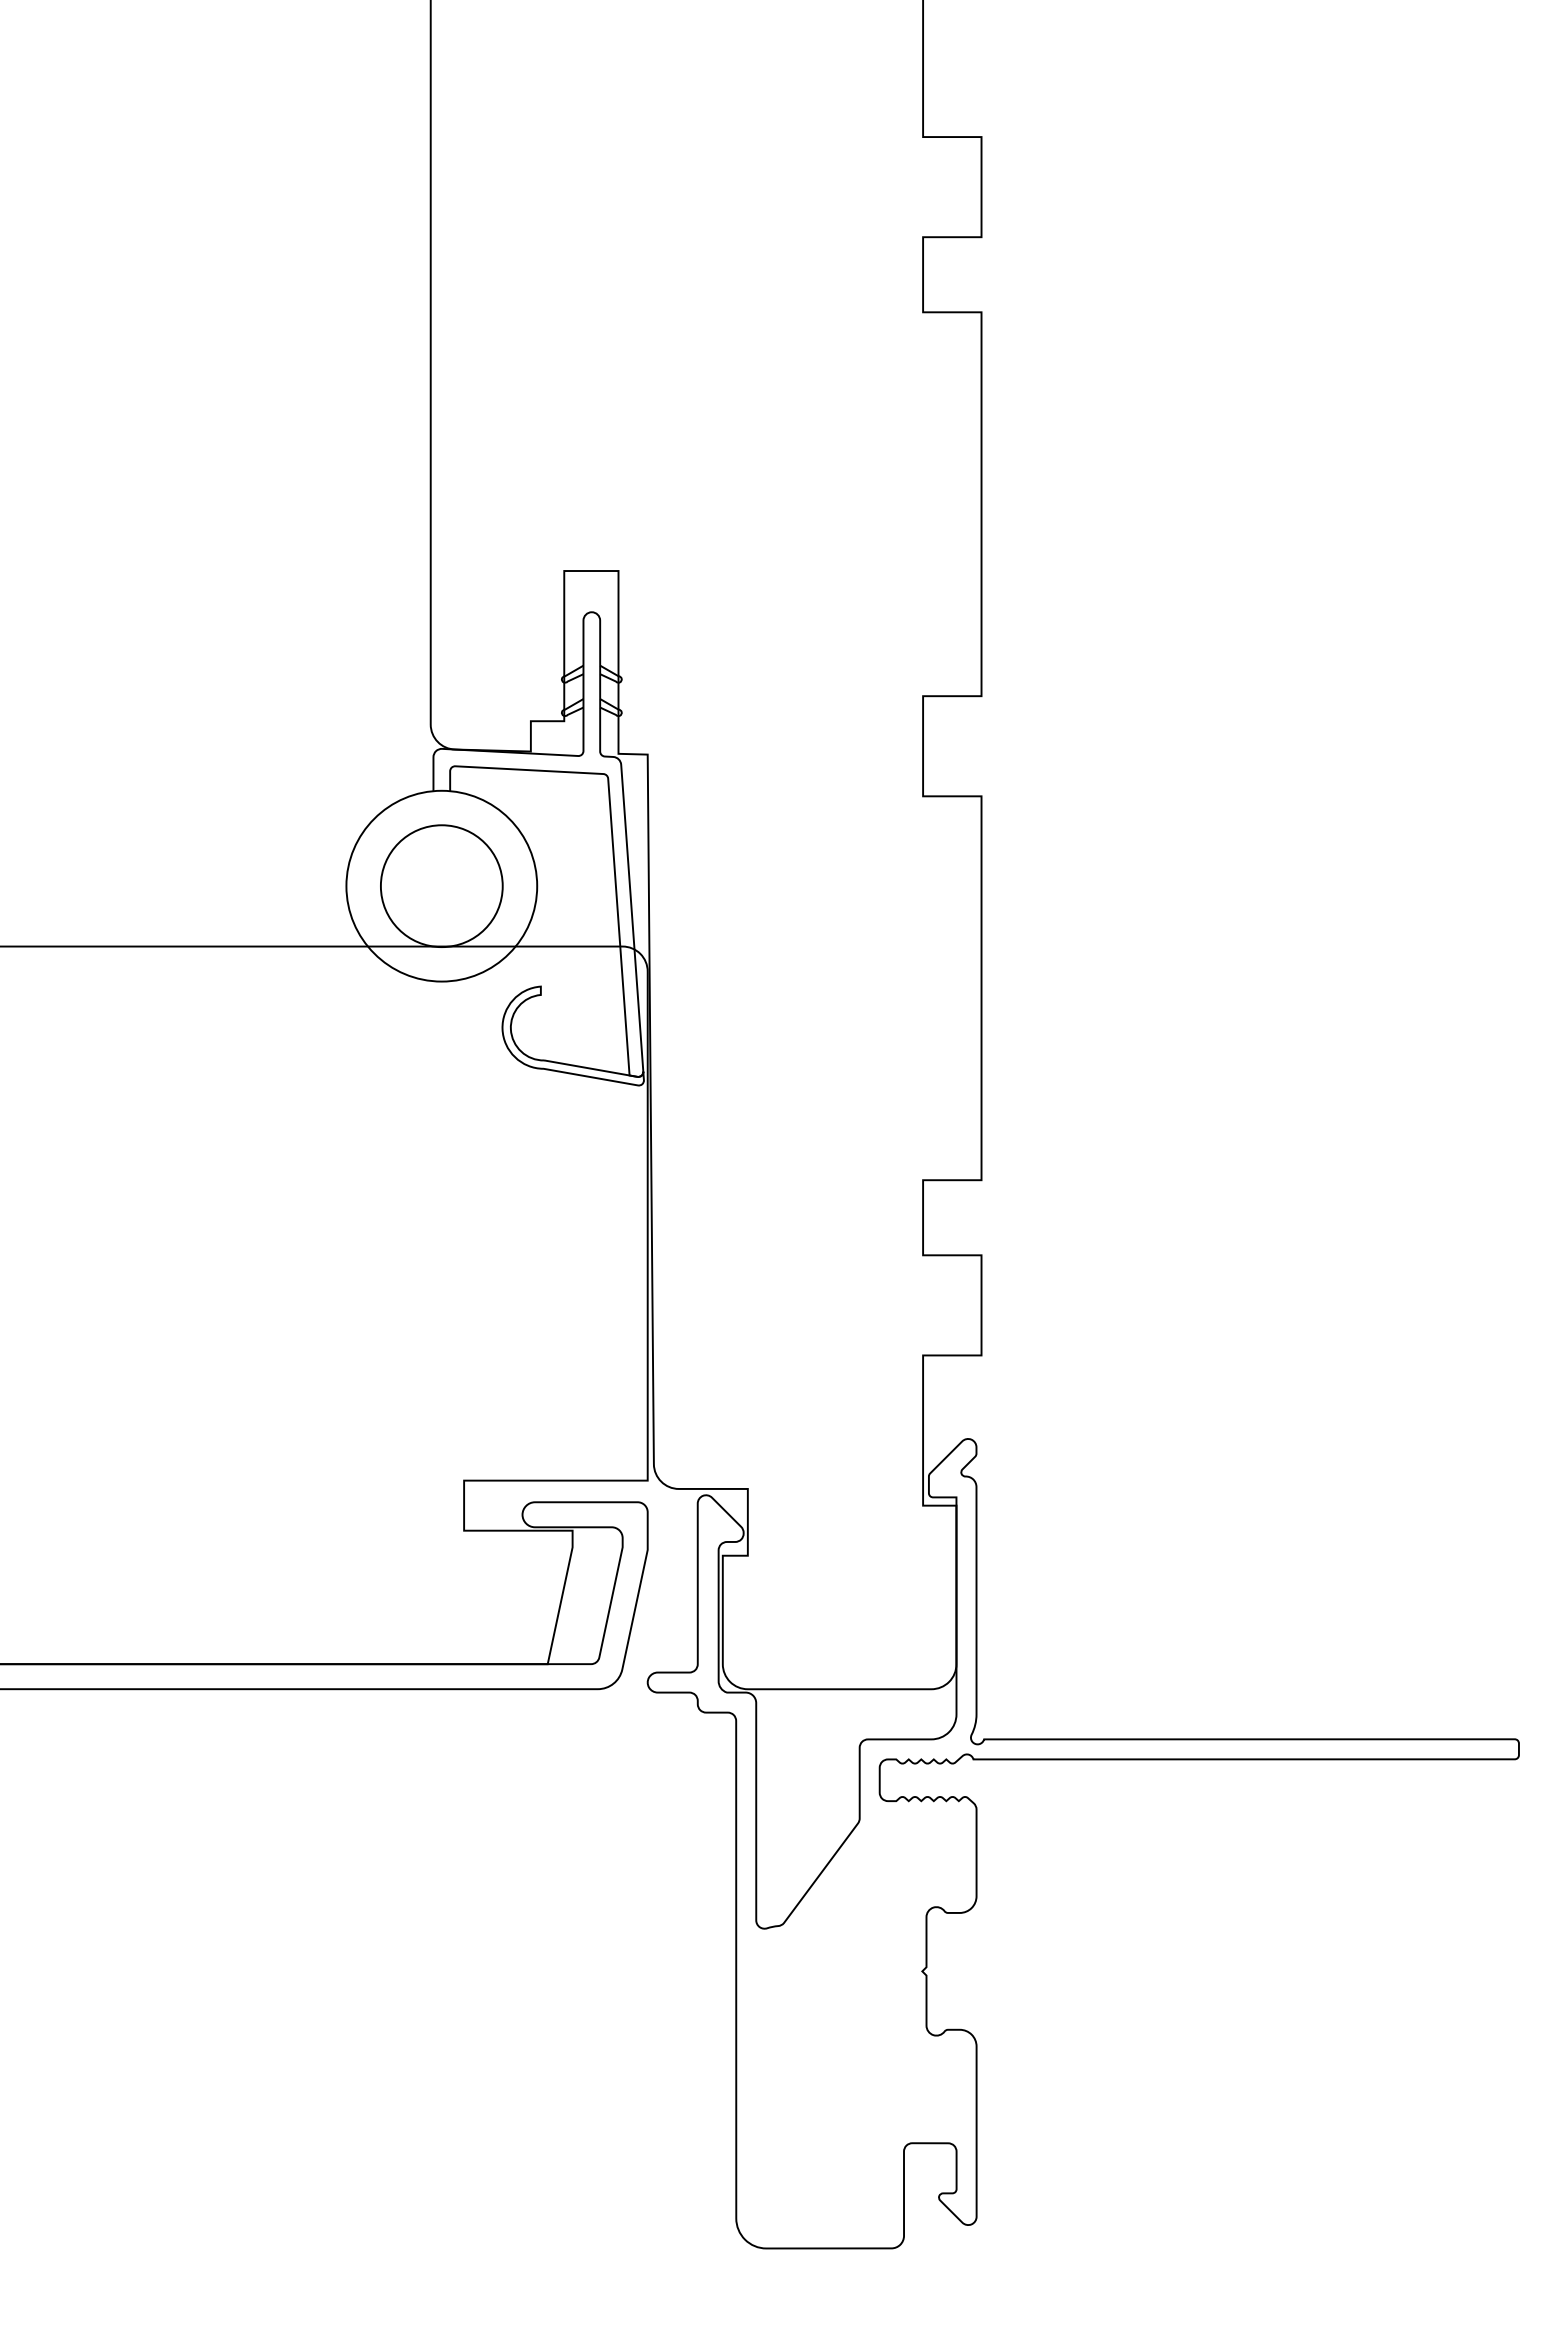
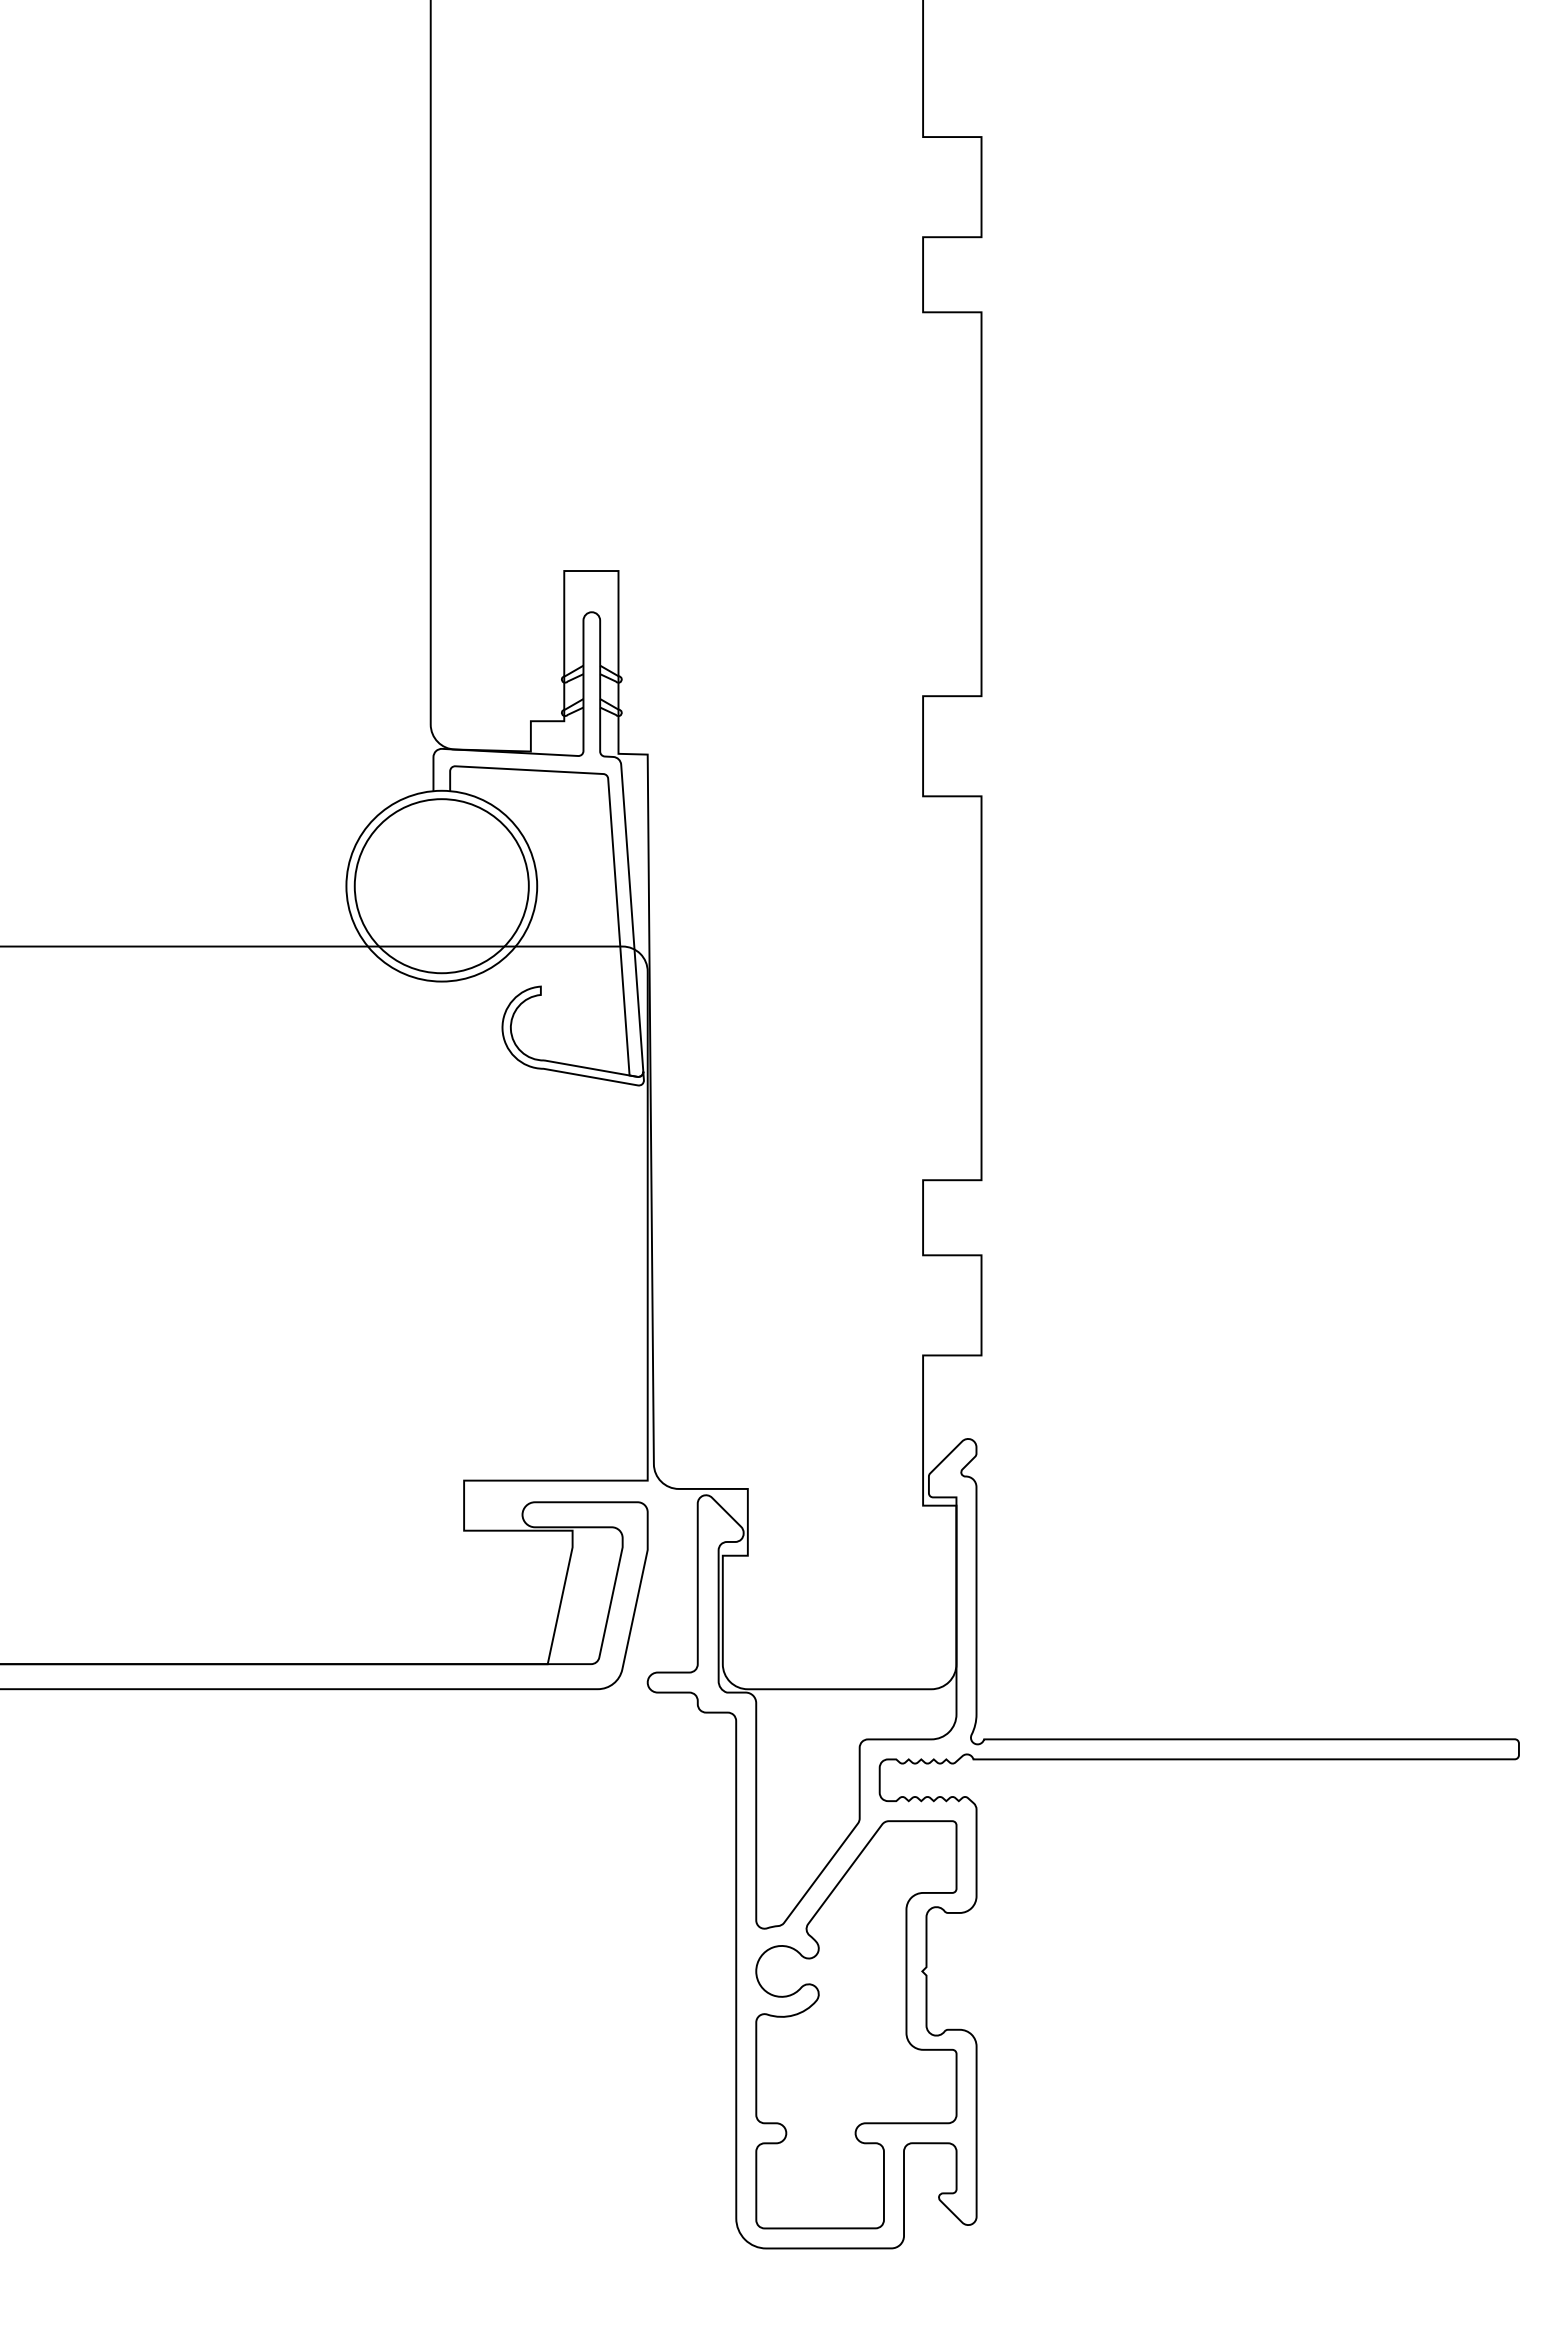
circle at (441, 886) diameter: 122 px -> 174 px
part at (856, 2024): none -> present
